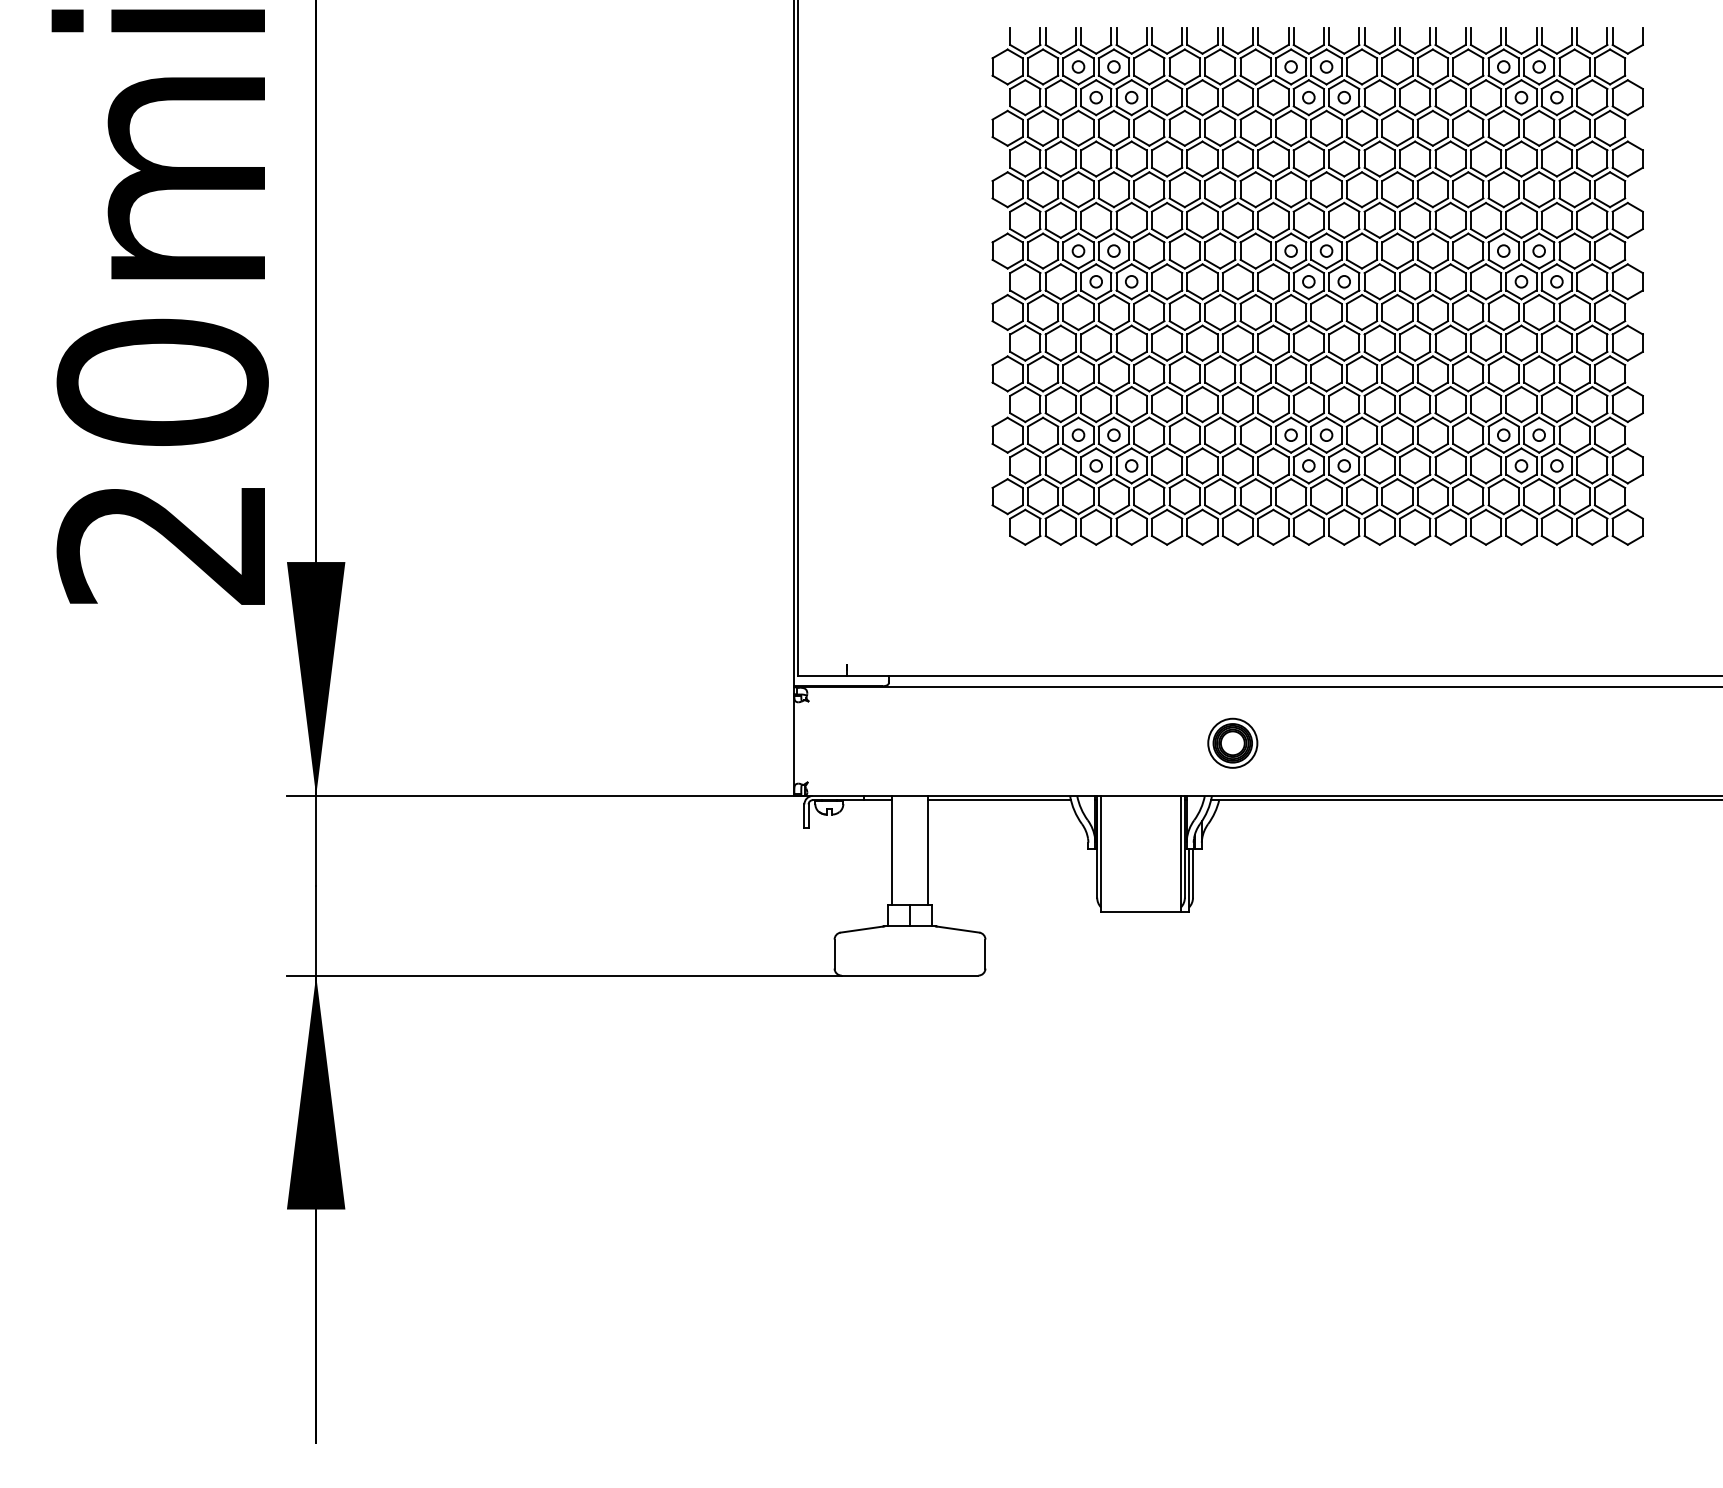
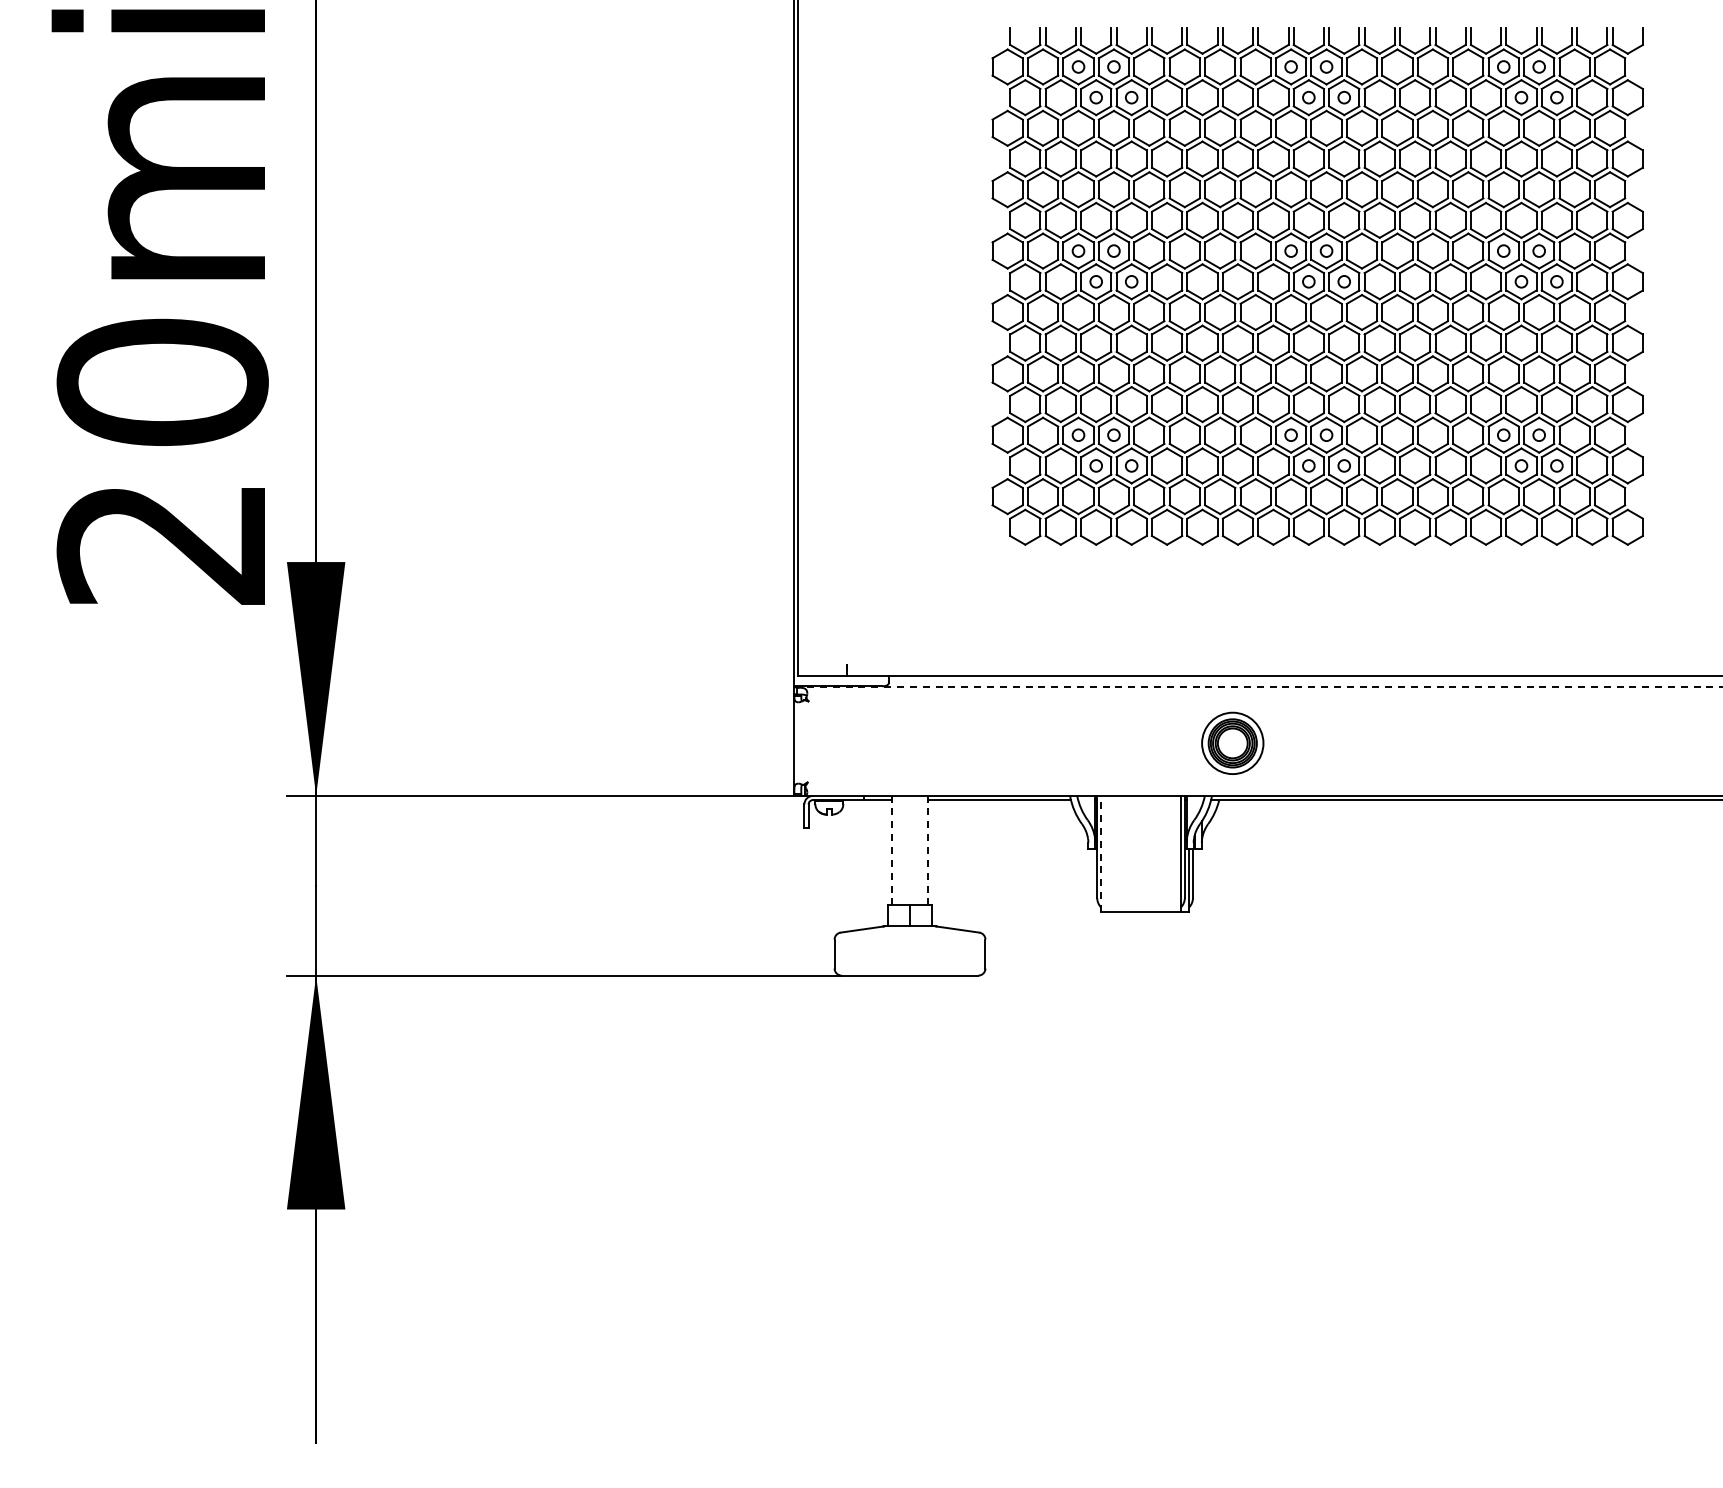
line at (1259, 687): solid -> dashed
part at (1232, 742) size: 52x52 px -> 64x64 px
line at (892, 850): solid -> dashed
line at (927, 850): solid -> dashed
line at (1101, 853): solid -> dashed
